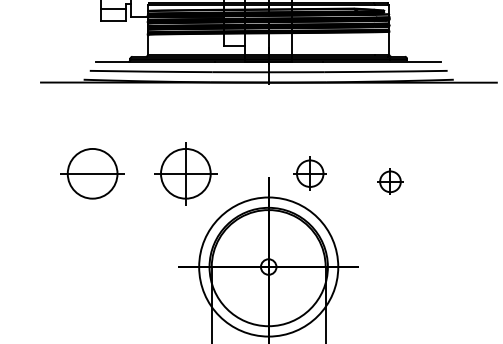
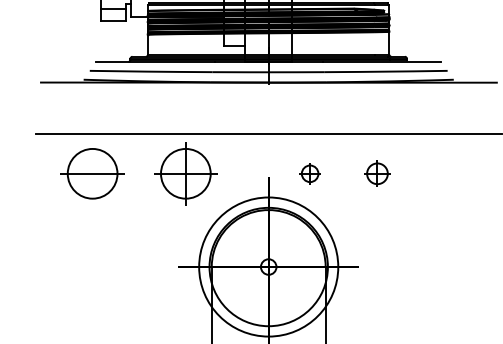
line at (267, 134): none -> present
part at (309, 173) size: 34x35 px -> 22x22 px
part at (390, 181) position: (390, 181) -> (377, 173)
